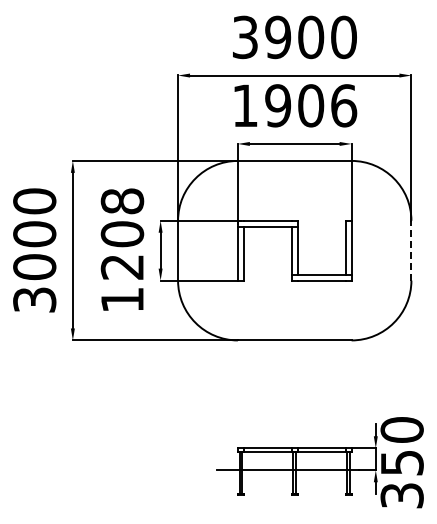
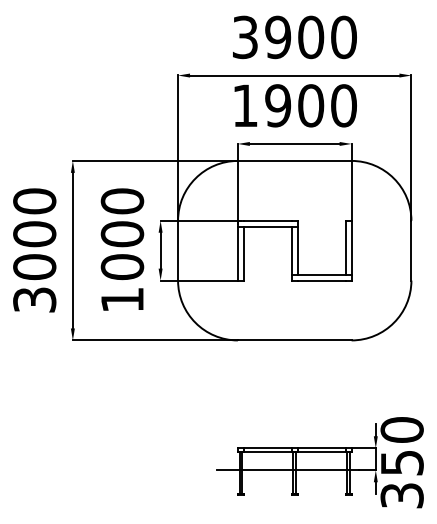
text at (344, 105): 1906 -> 1900
text at (122, 234): 1208 -> 1000
line at (411, 250): dashed -> solid
